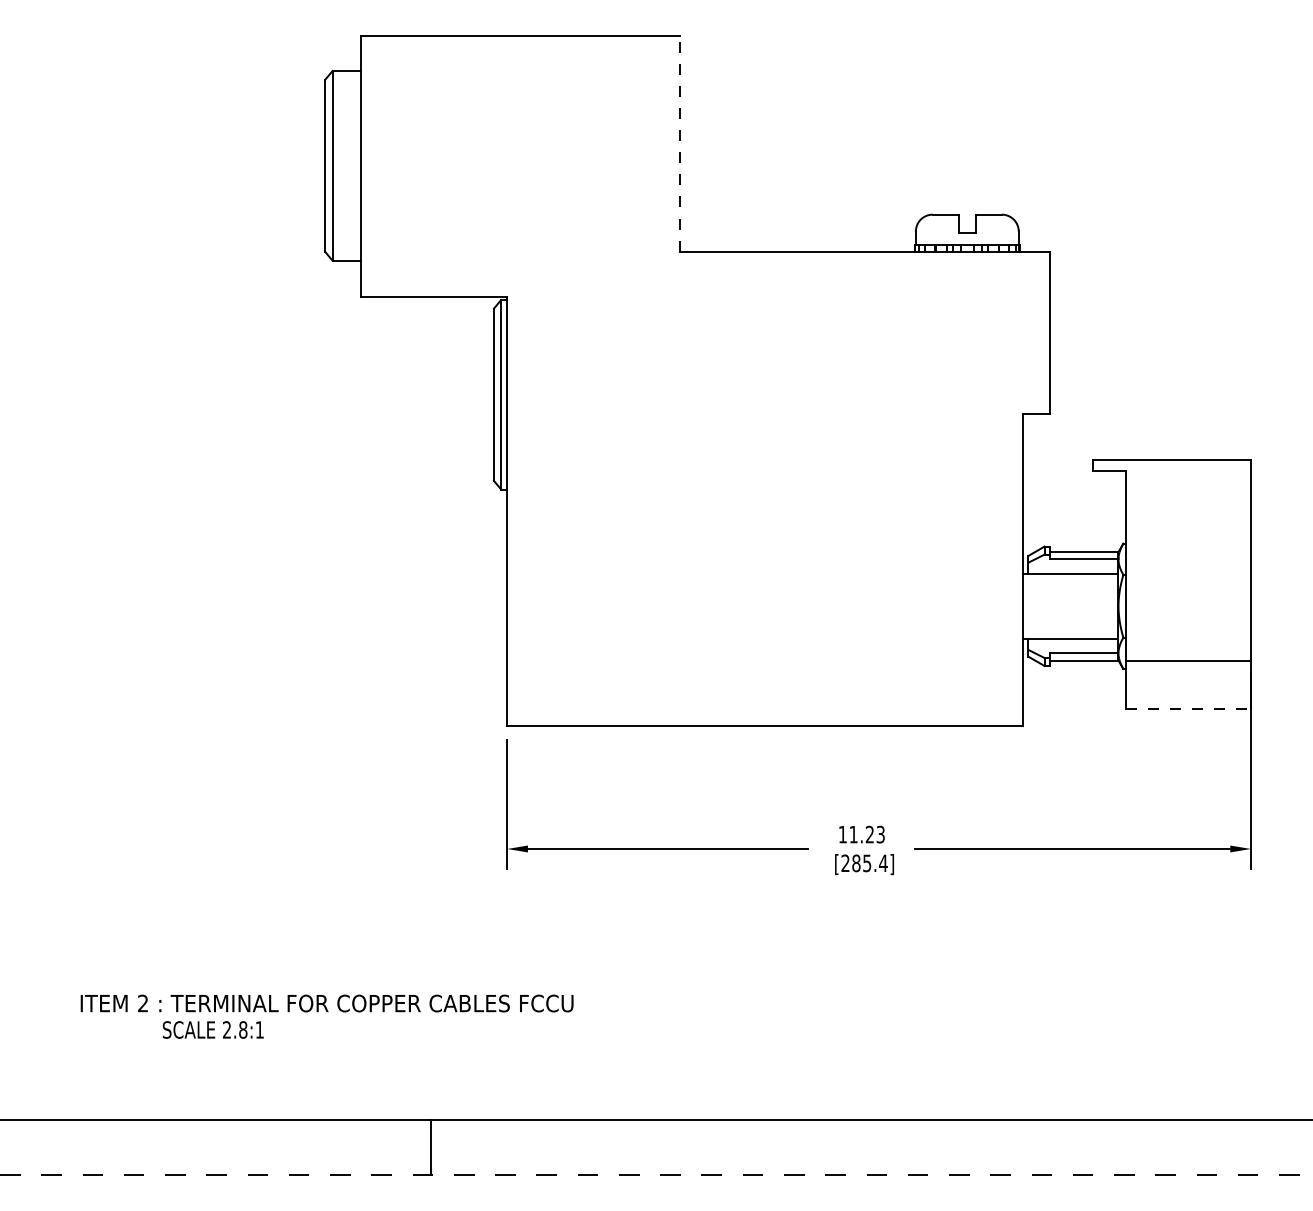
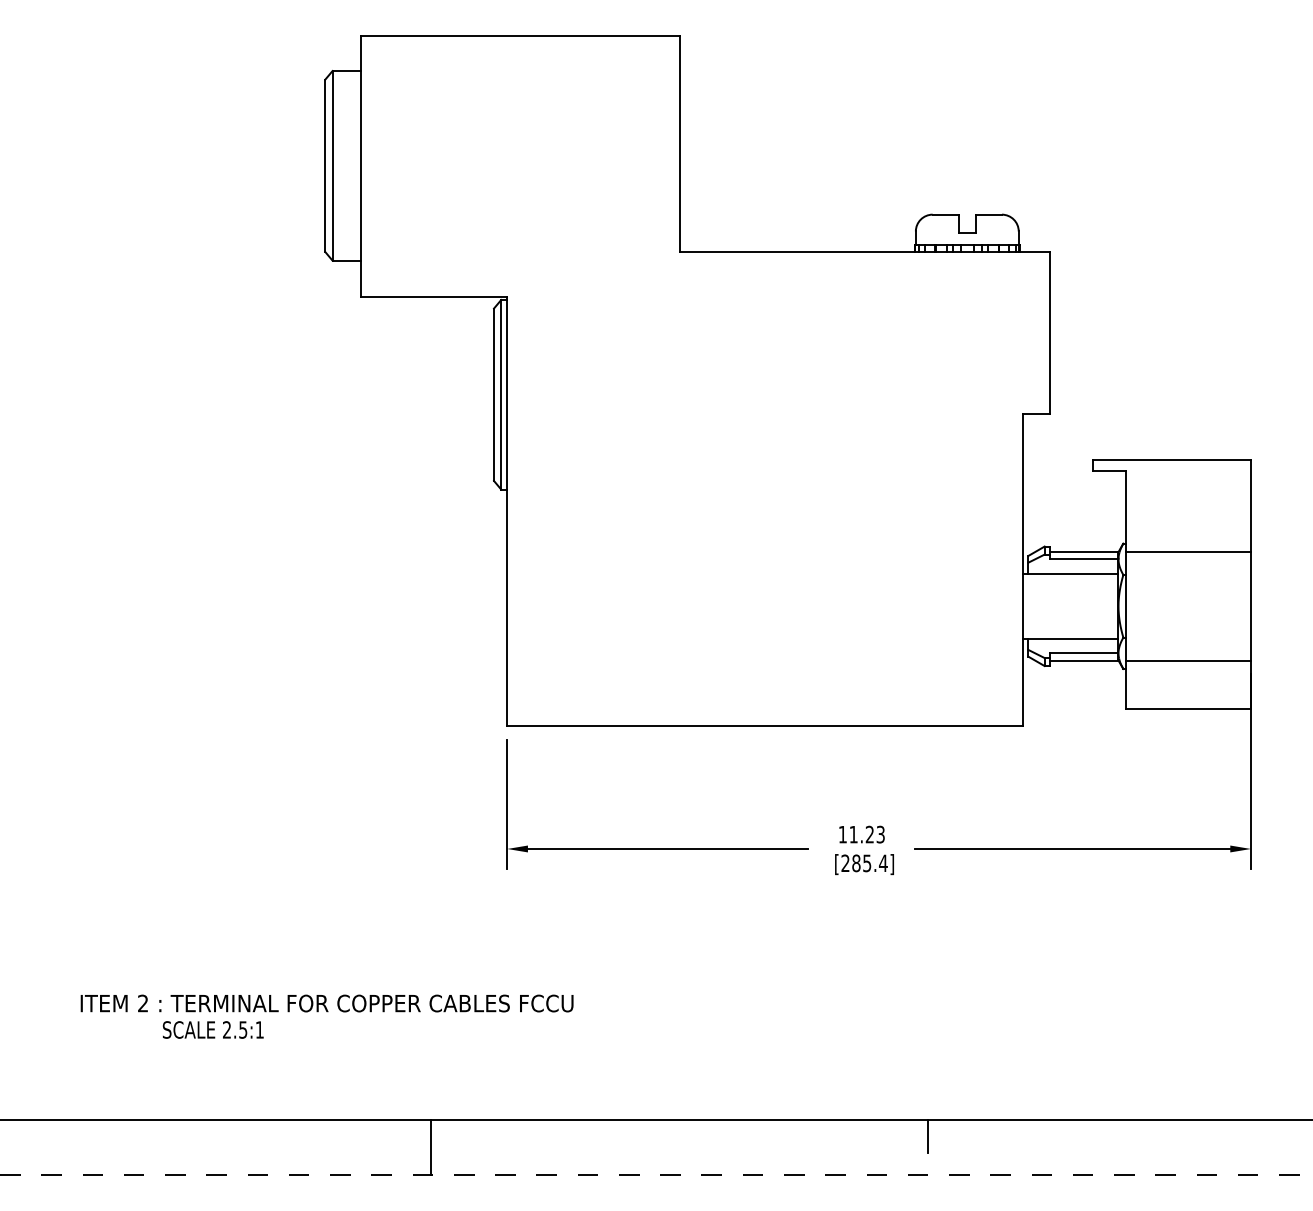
line at (680, 143): dashed -> solid
line at (1188, 552): none -> present
line at (1189, 709): dashed -> solid
text at (243, 1029): 2.8:1 -> 2.5:1
line at (927, 1135): none -> present
